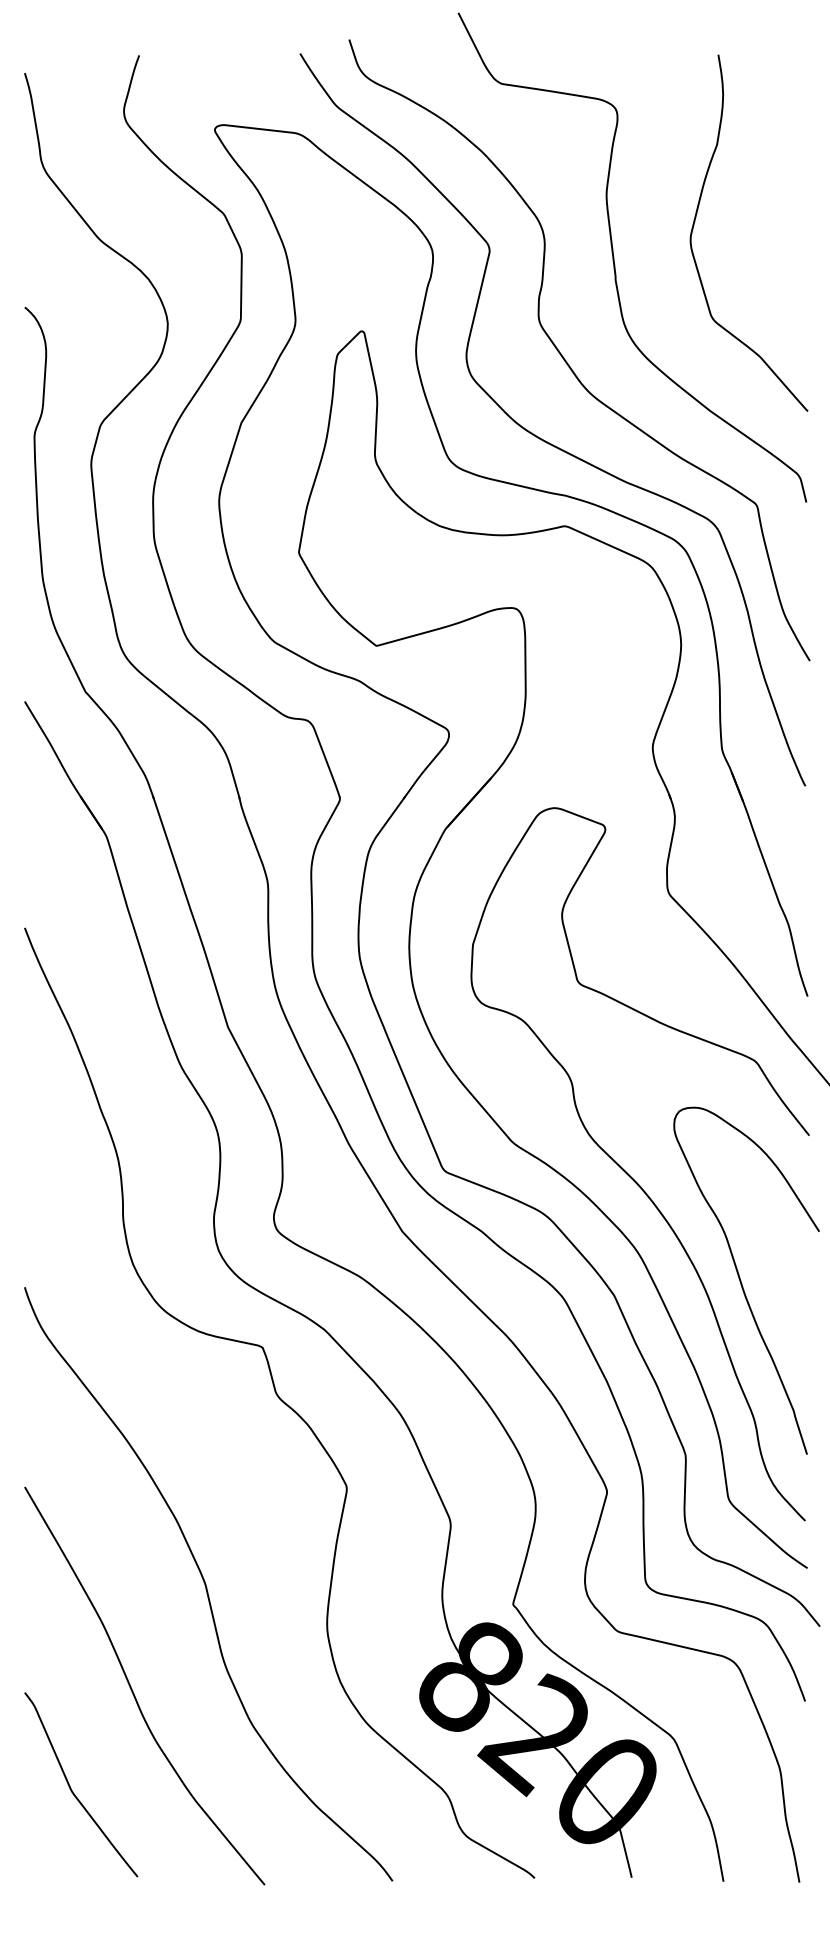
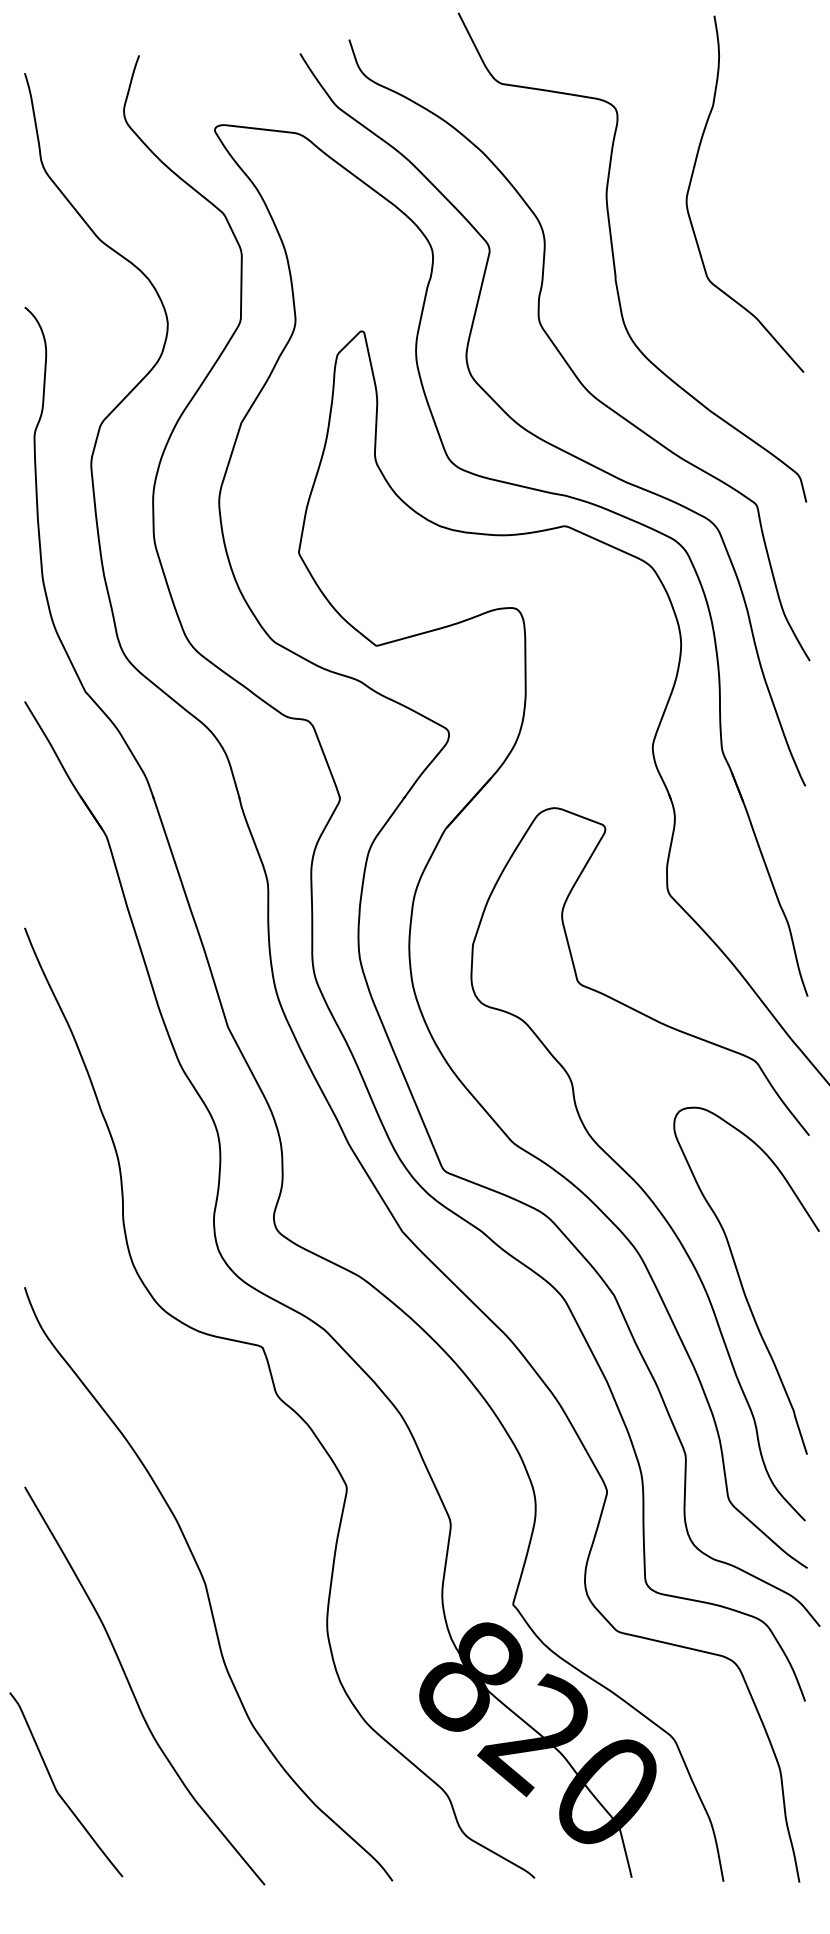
curve at (696, 217) position: (696, 217) -> (692, 178)
curve at (73, 1791) position: (73, 1791) -> (58, 1791)
